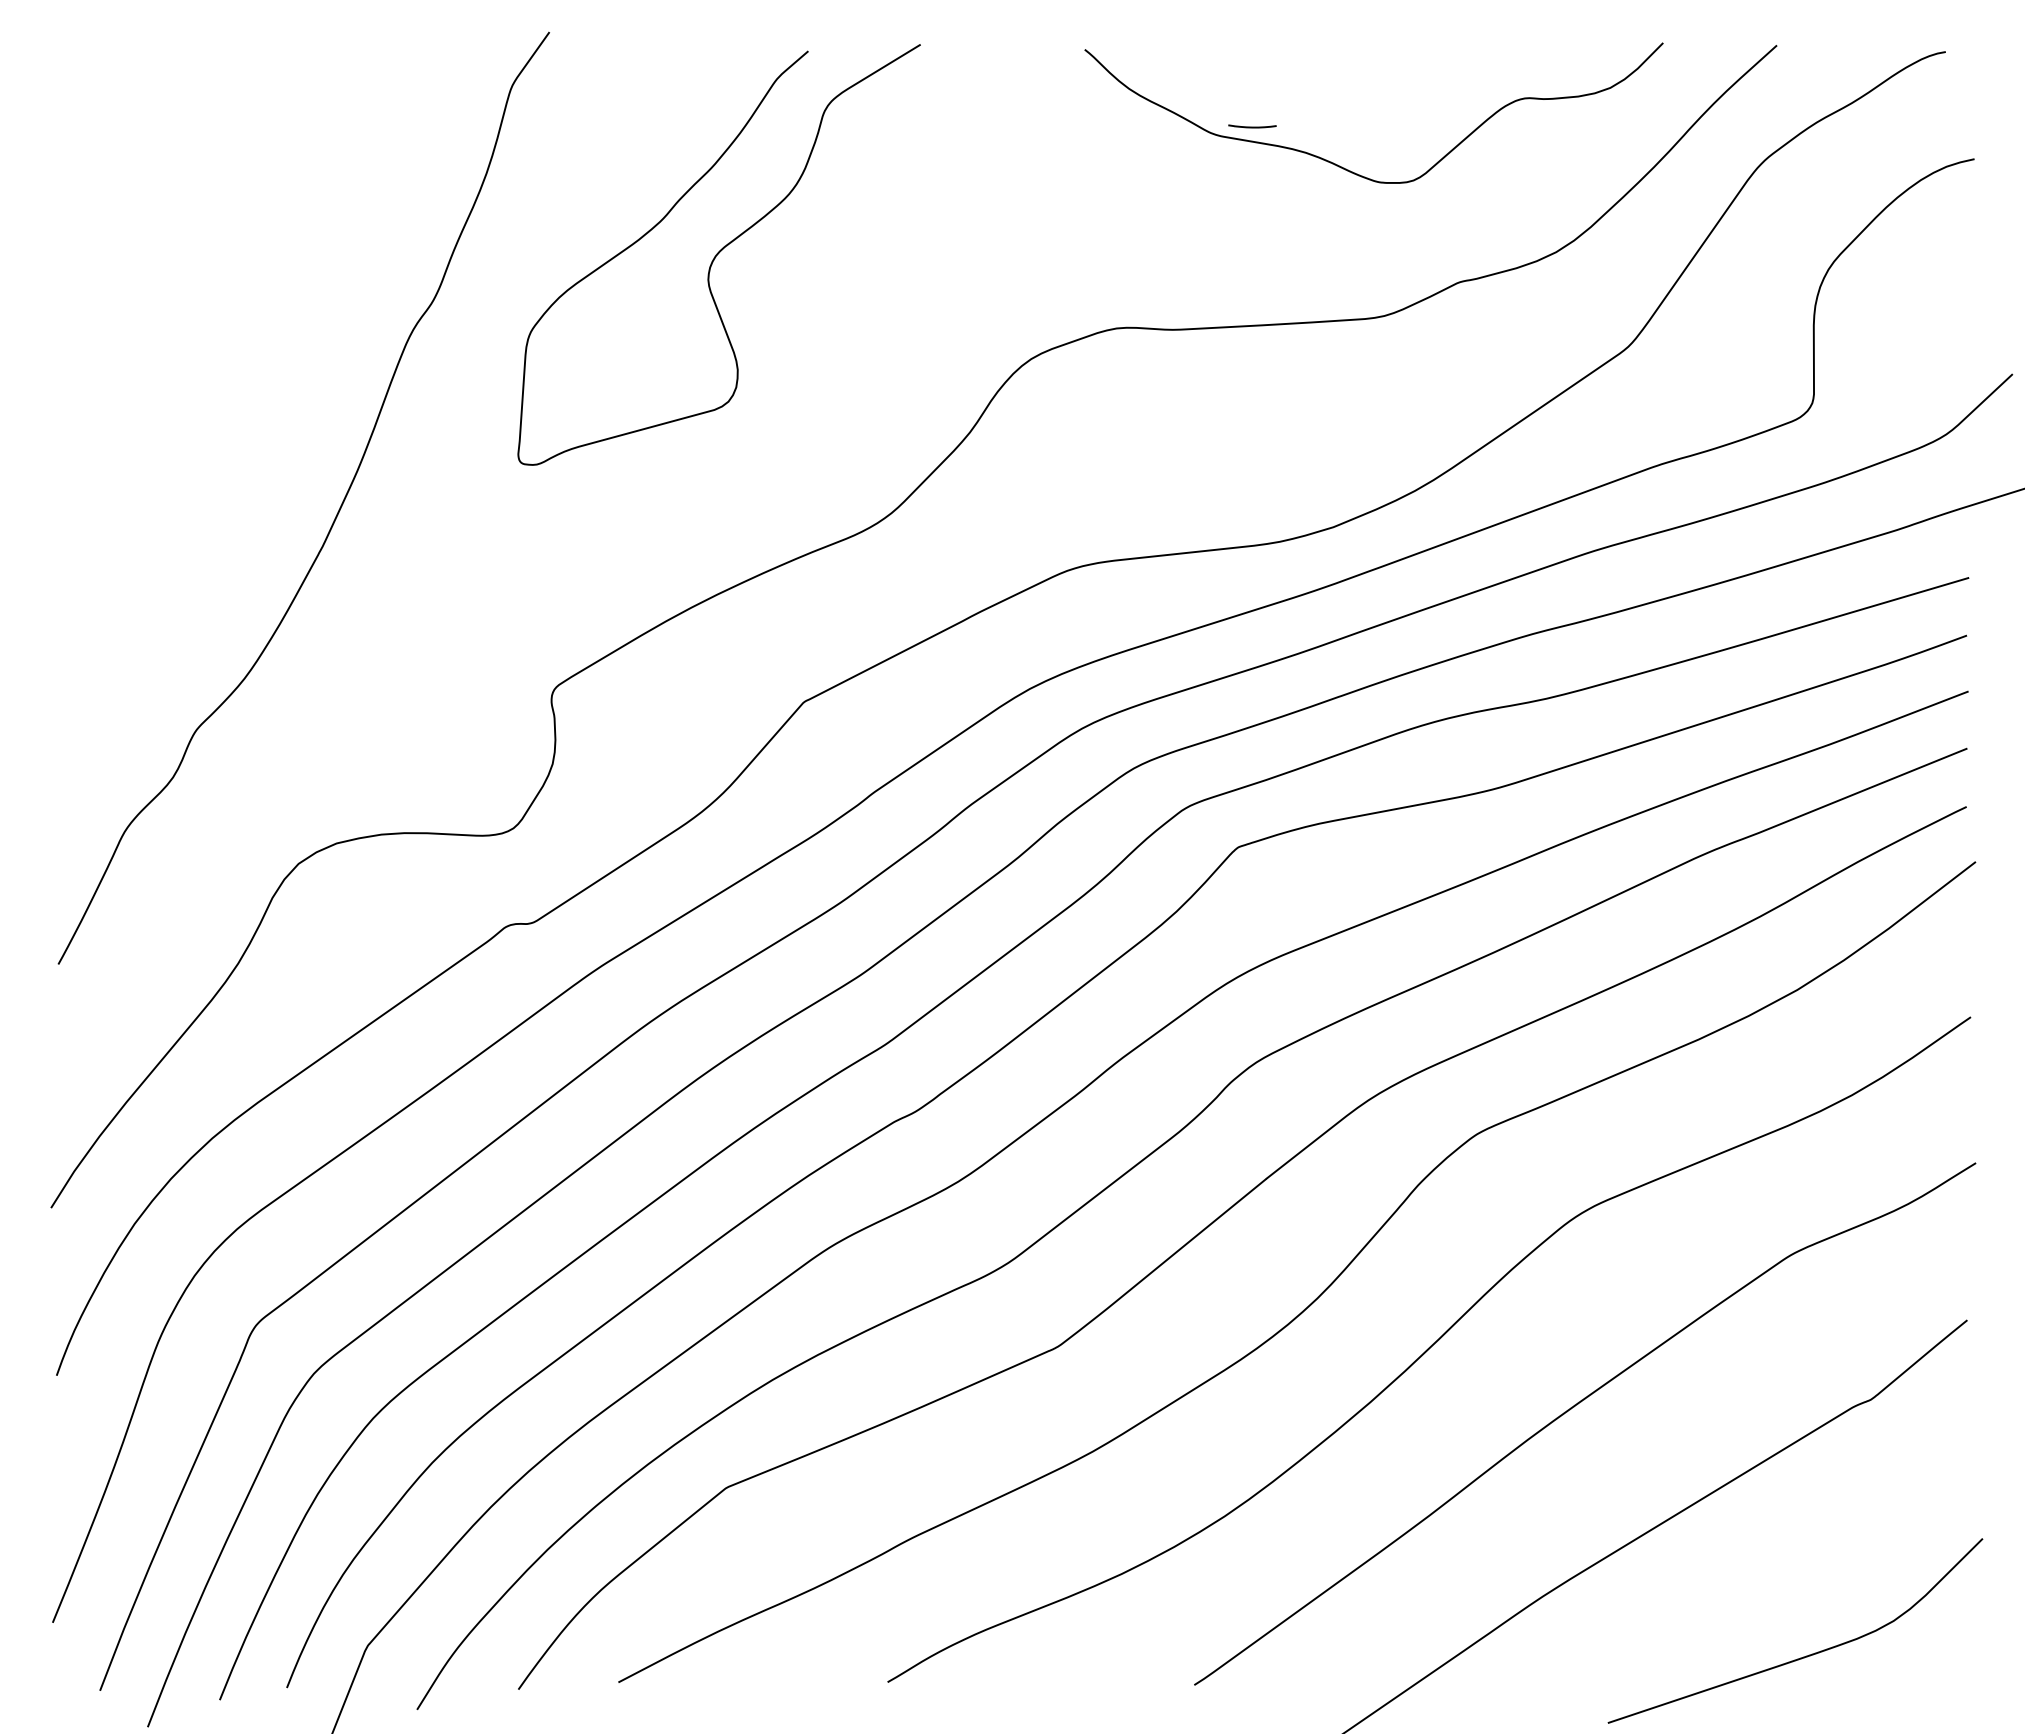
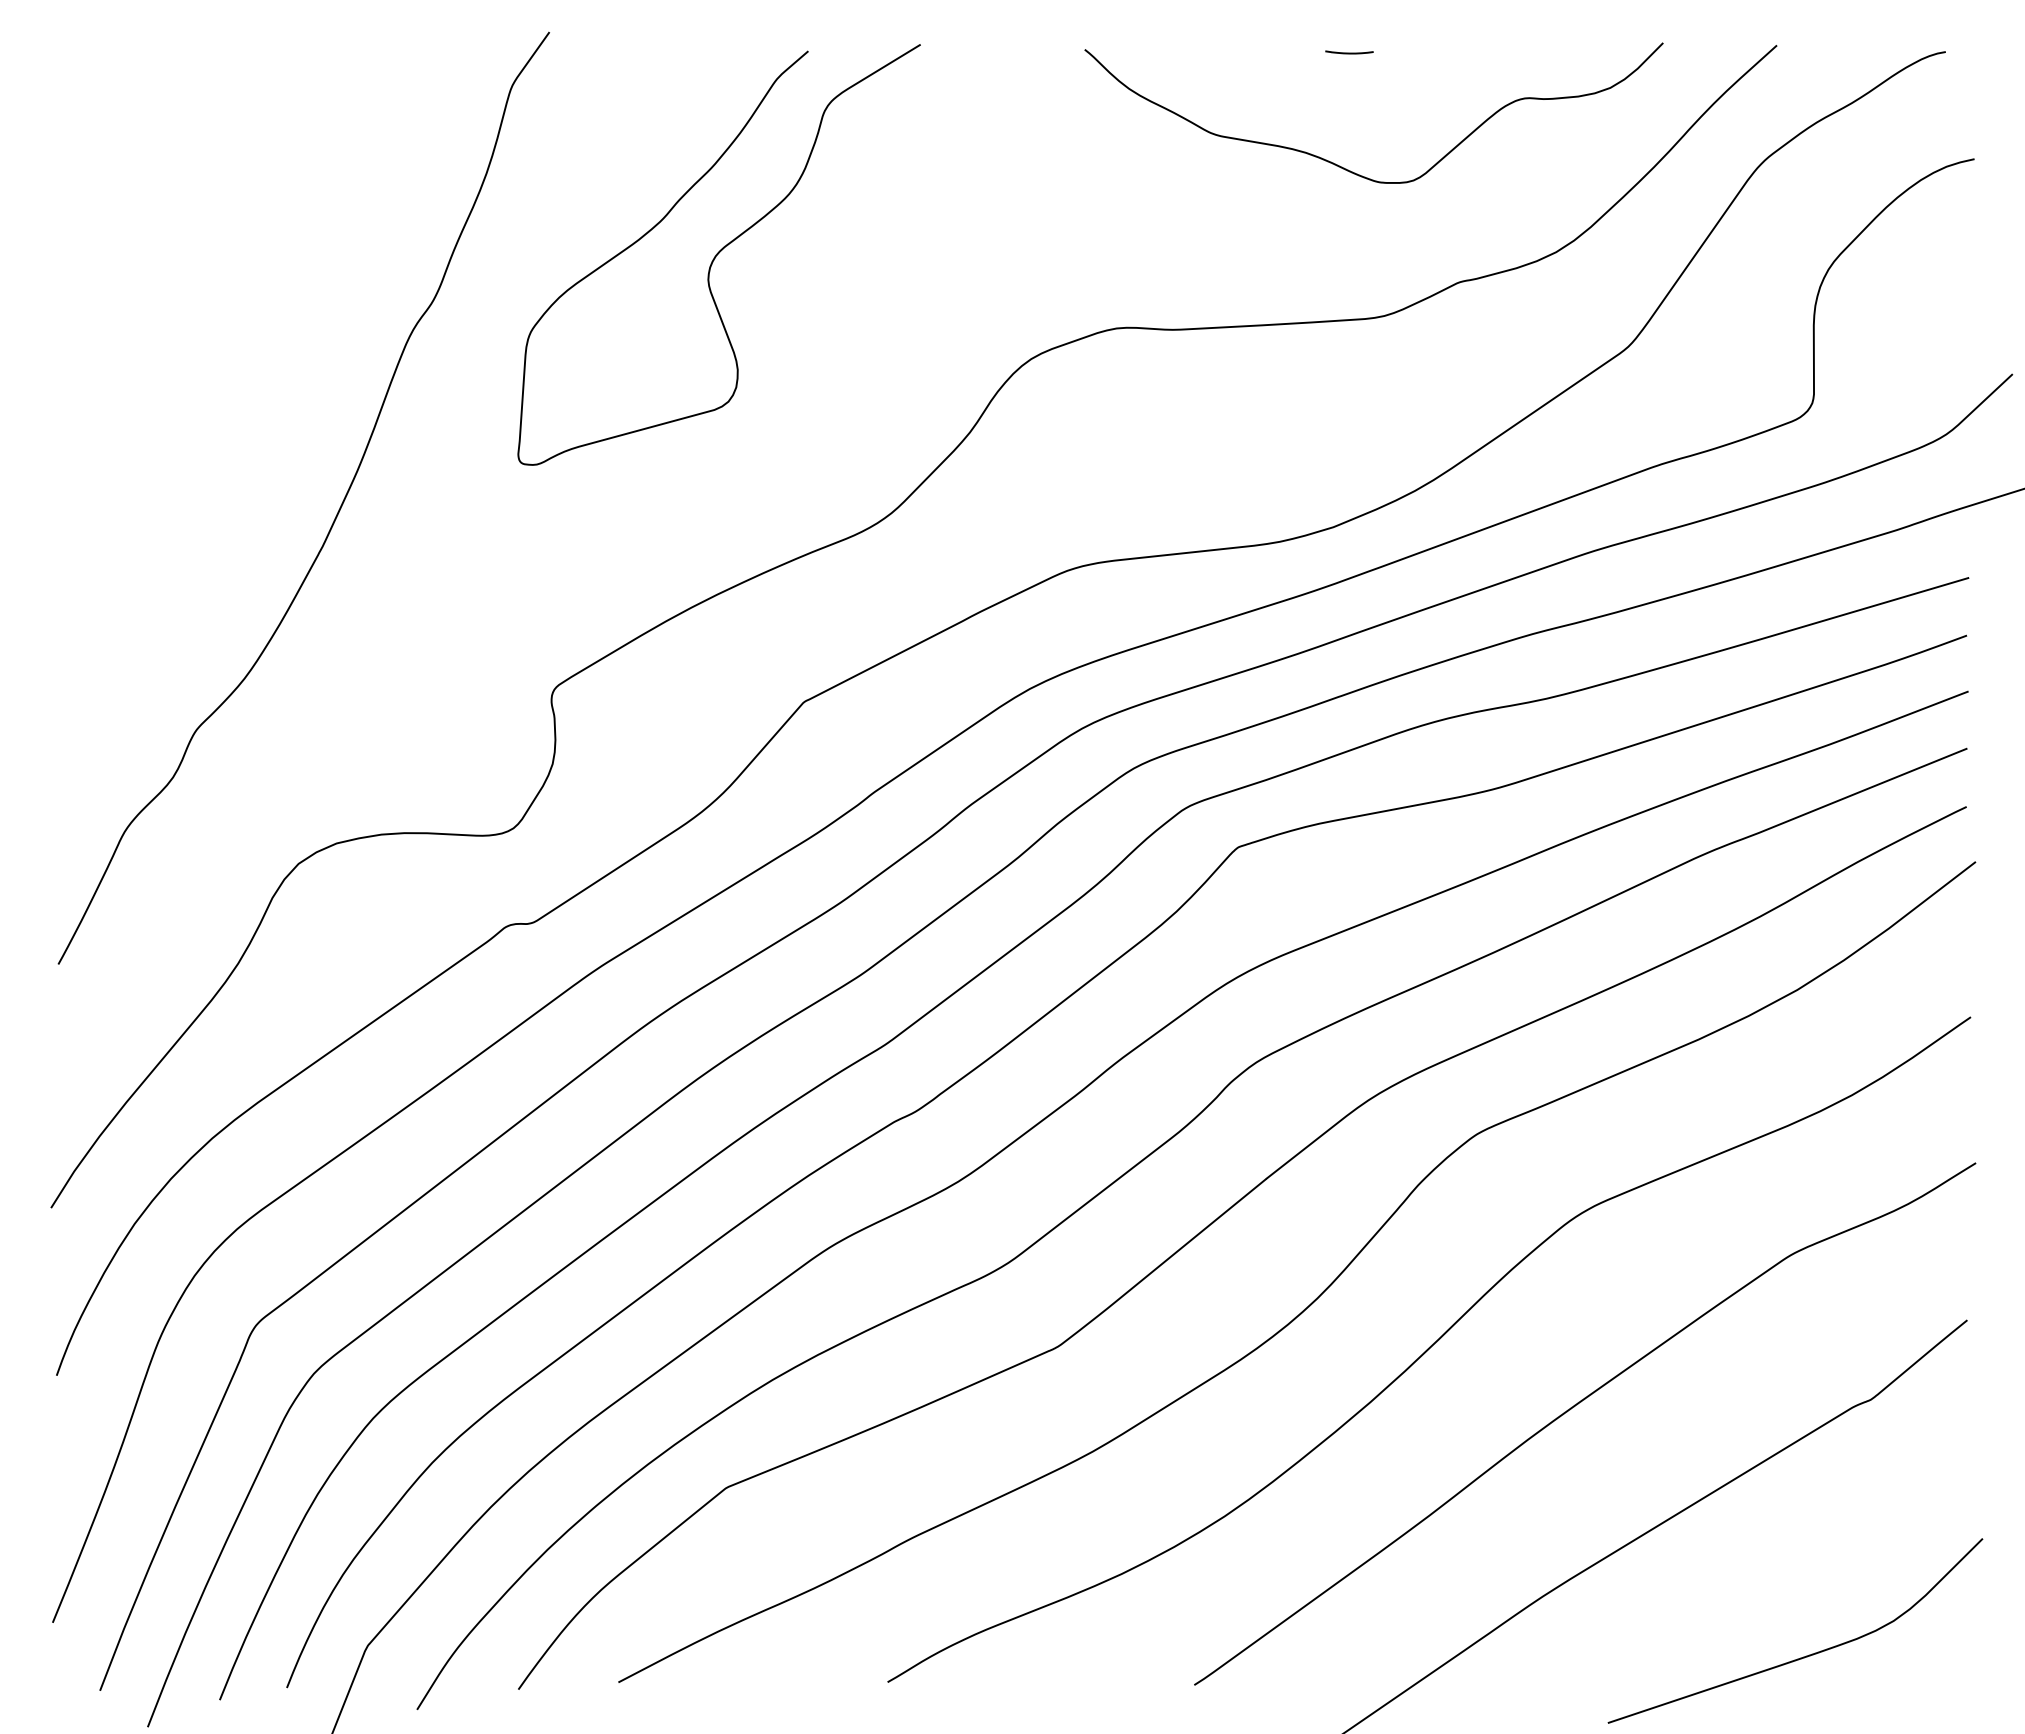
curve at (1252, 126) position: (1252, 126) -> (1349, 52)
